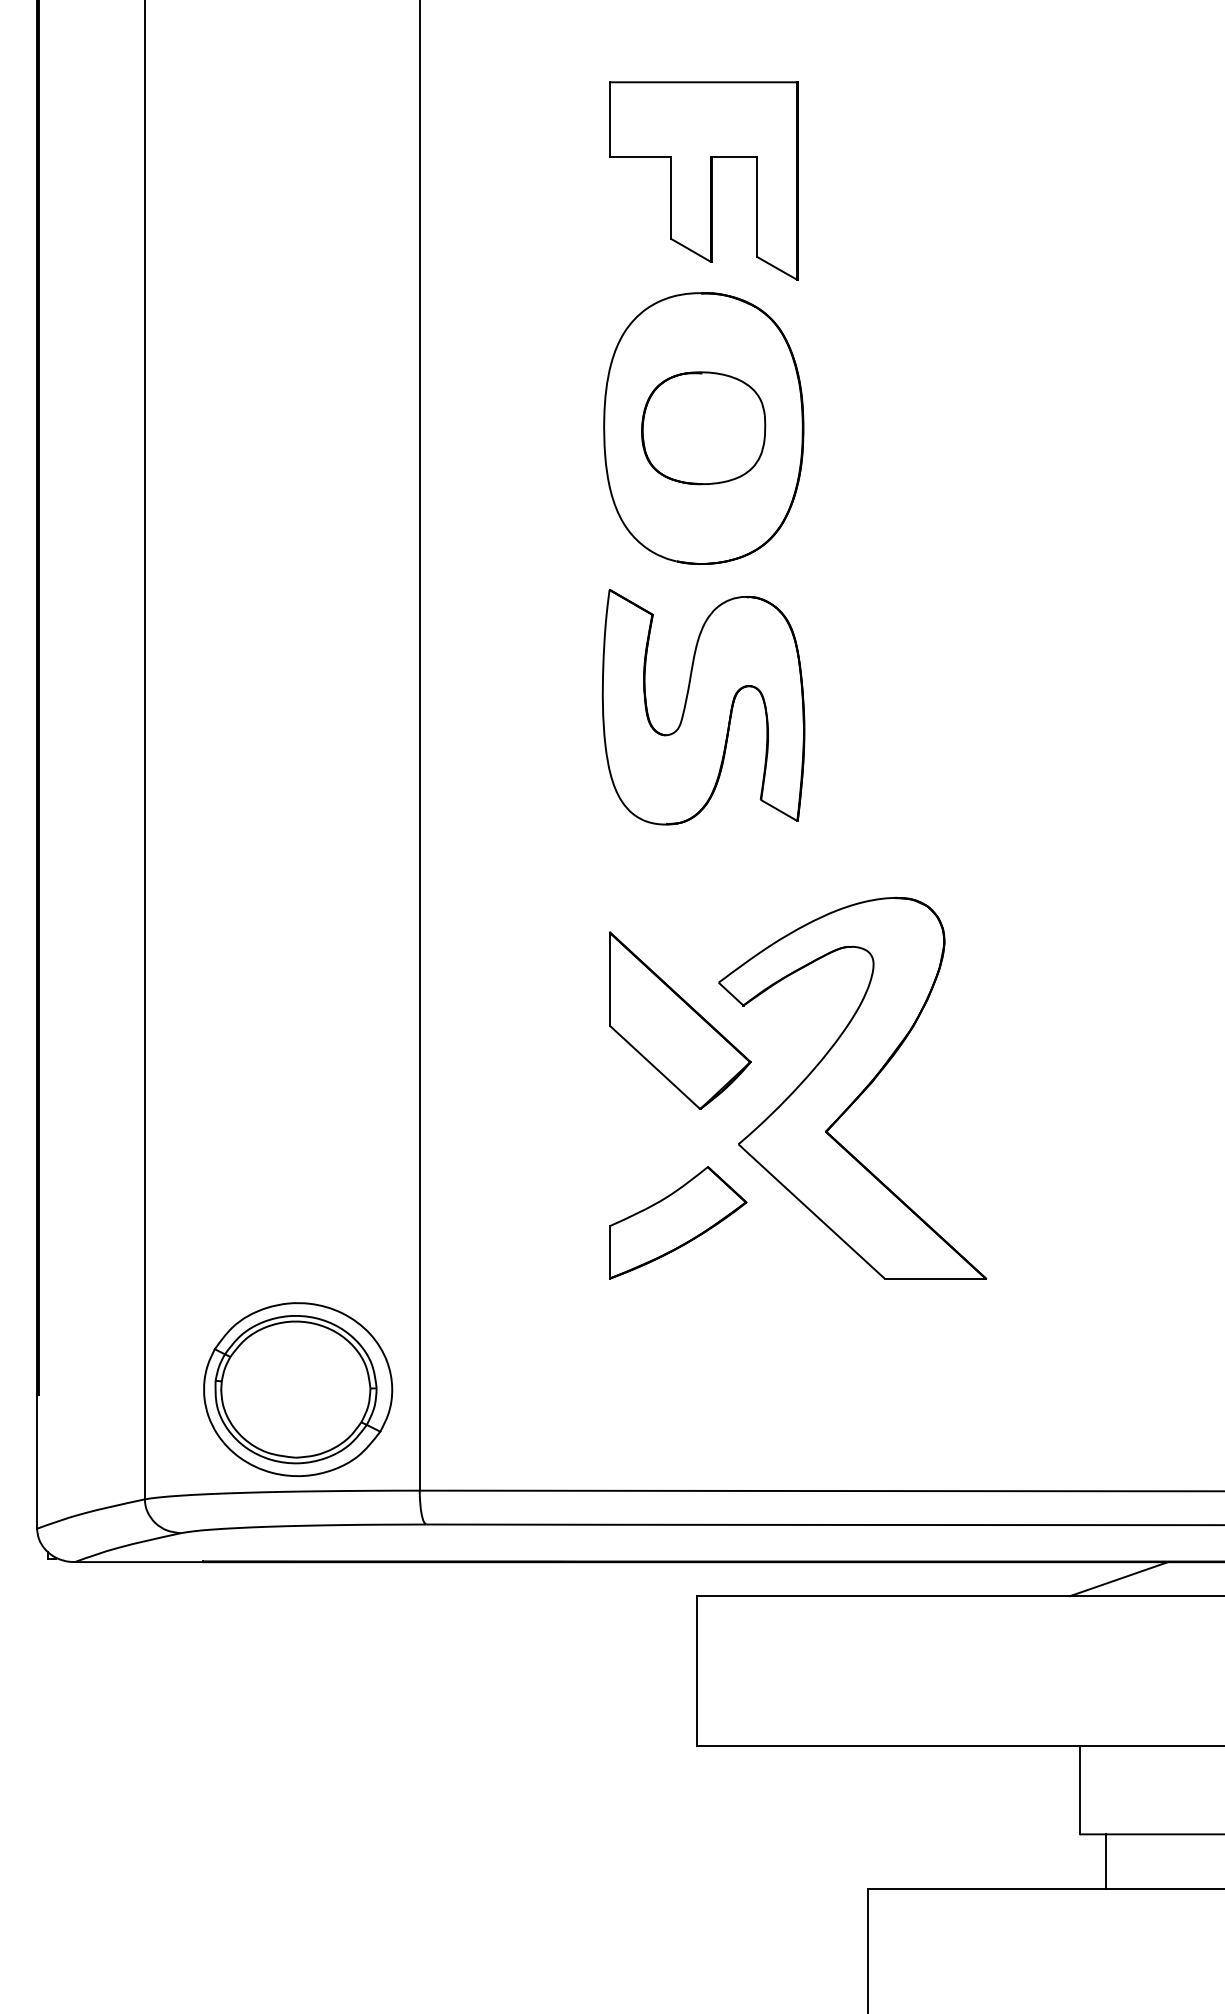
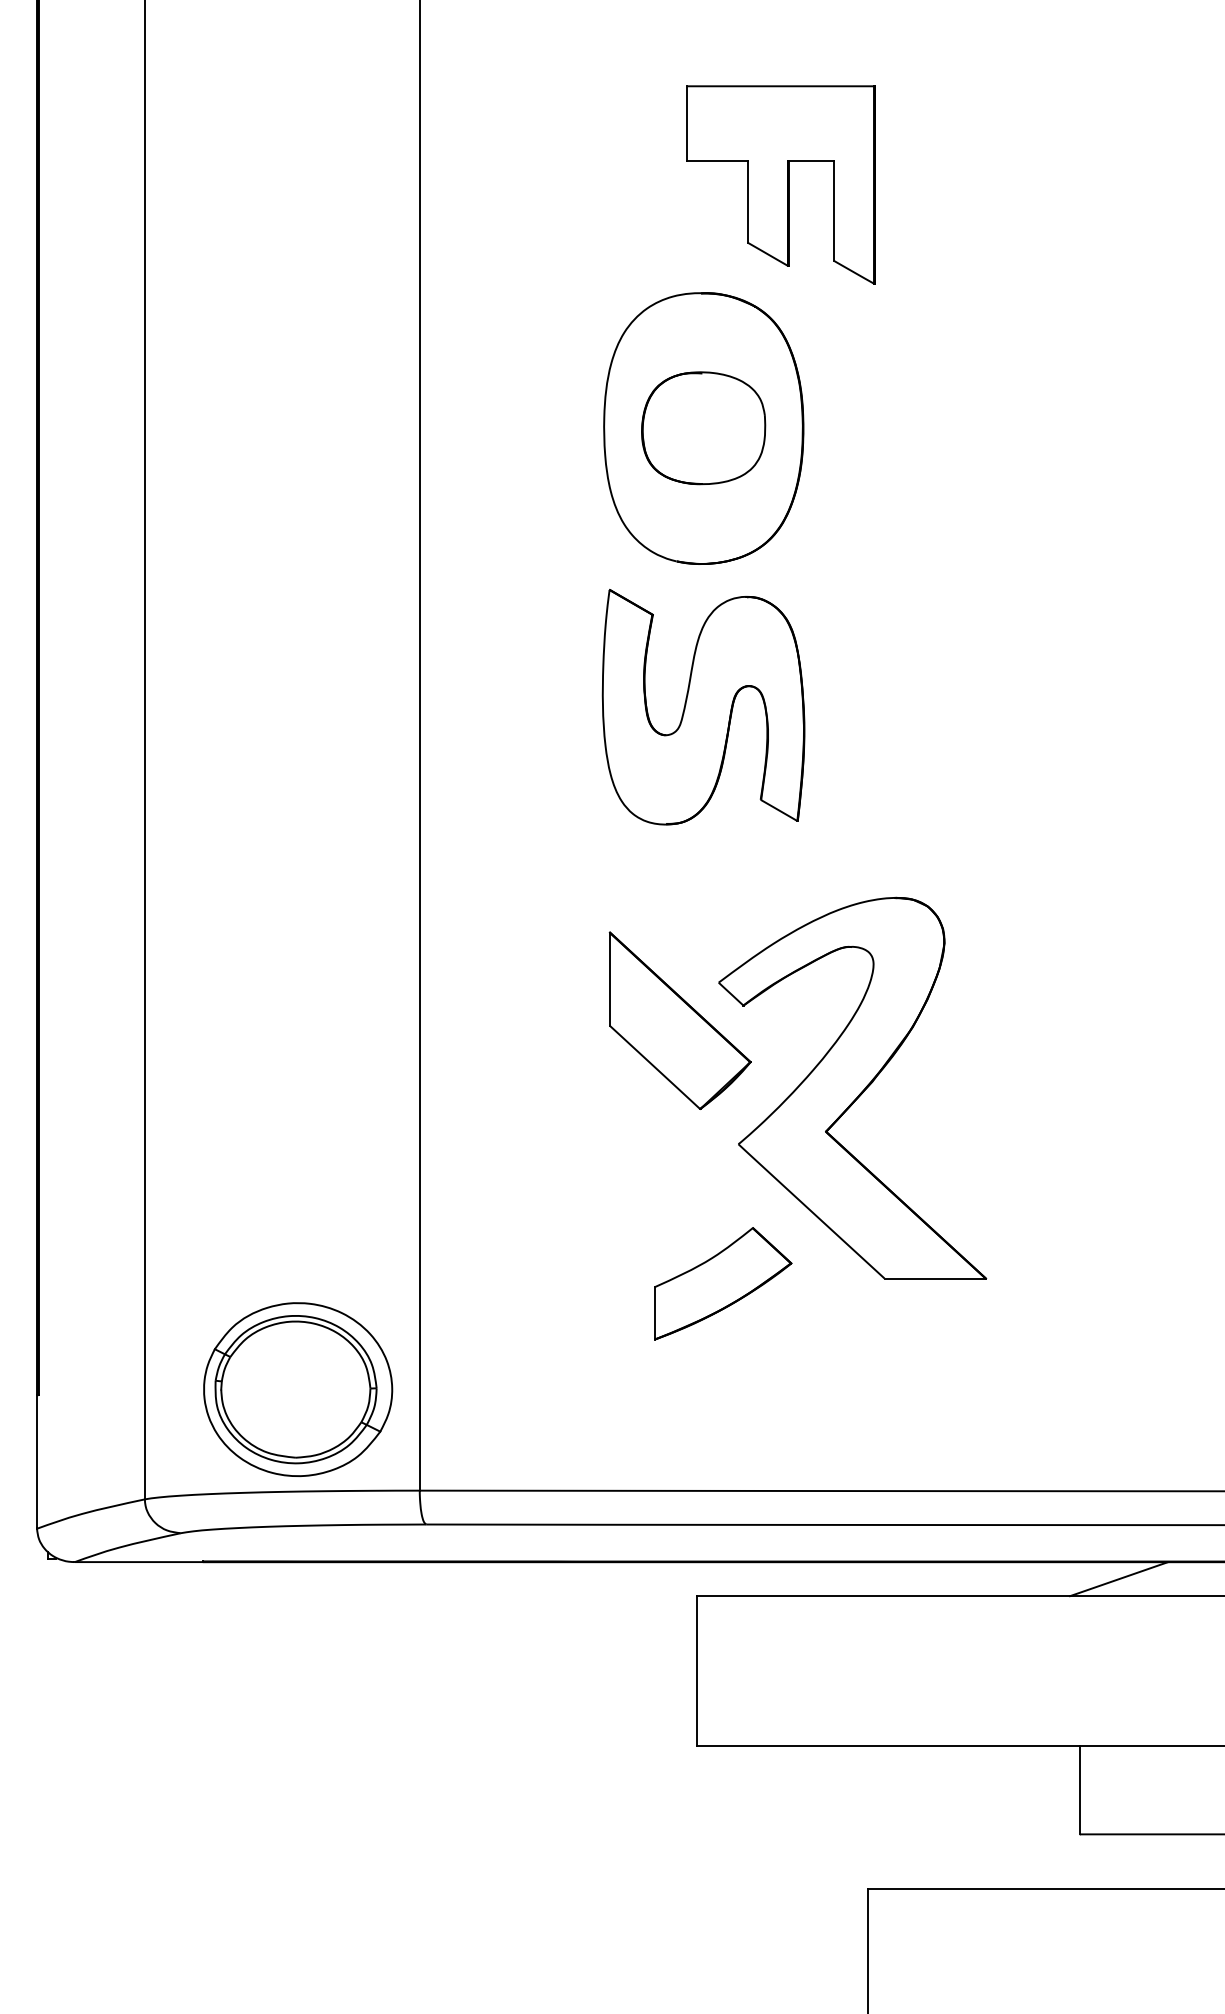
part at (703, 180) position: (703, 180) -> (780, 184)
part at (678, 1222) position: (678, 1222) -> (723, 1283)
line at (1106, 1861): present -> none
